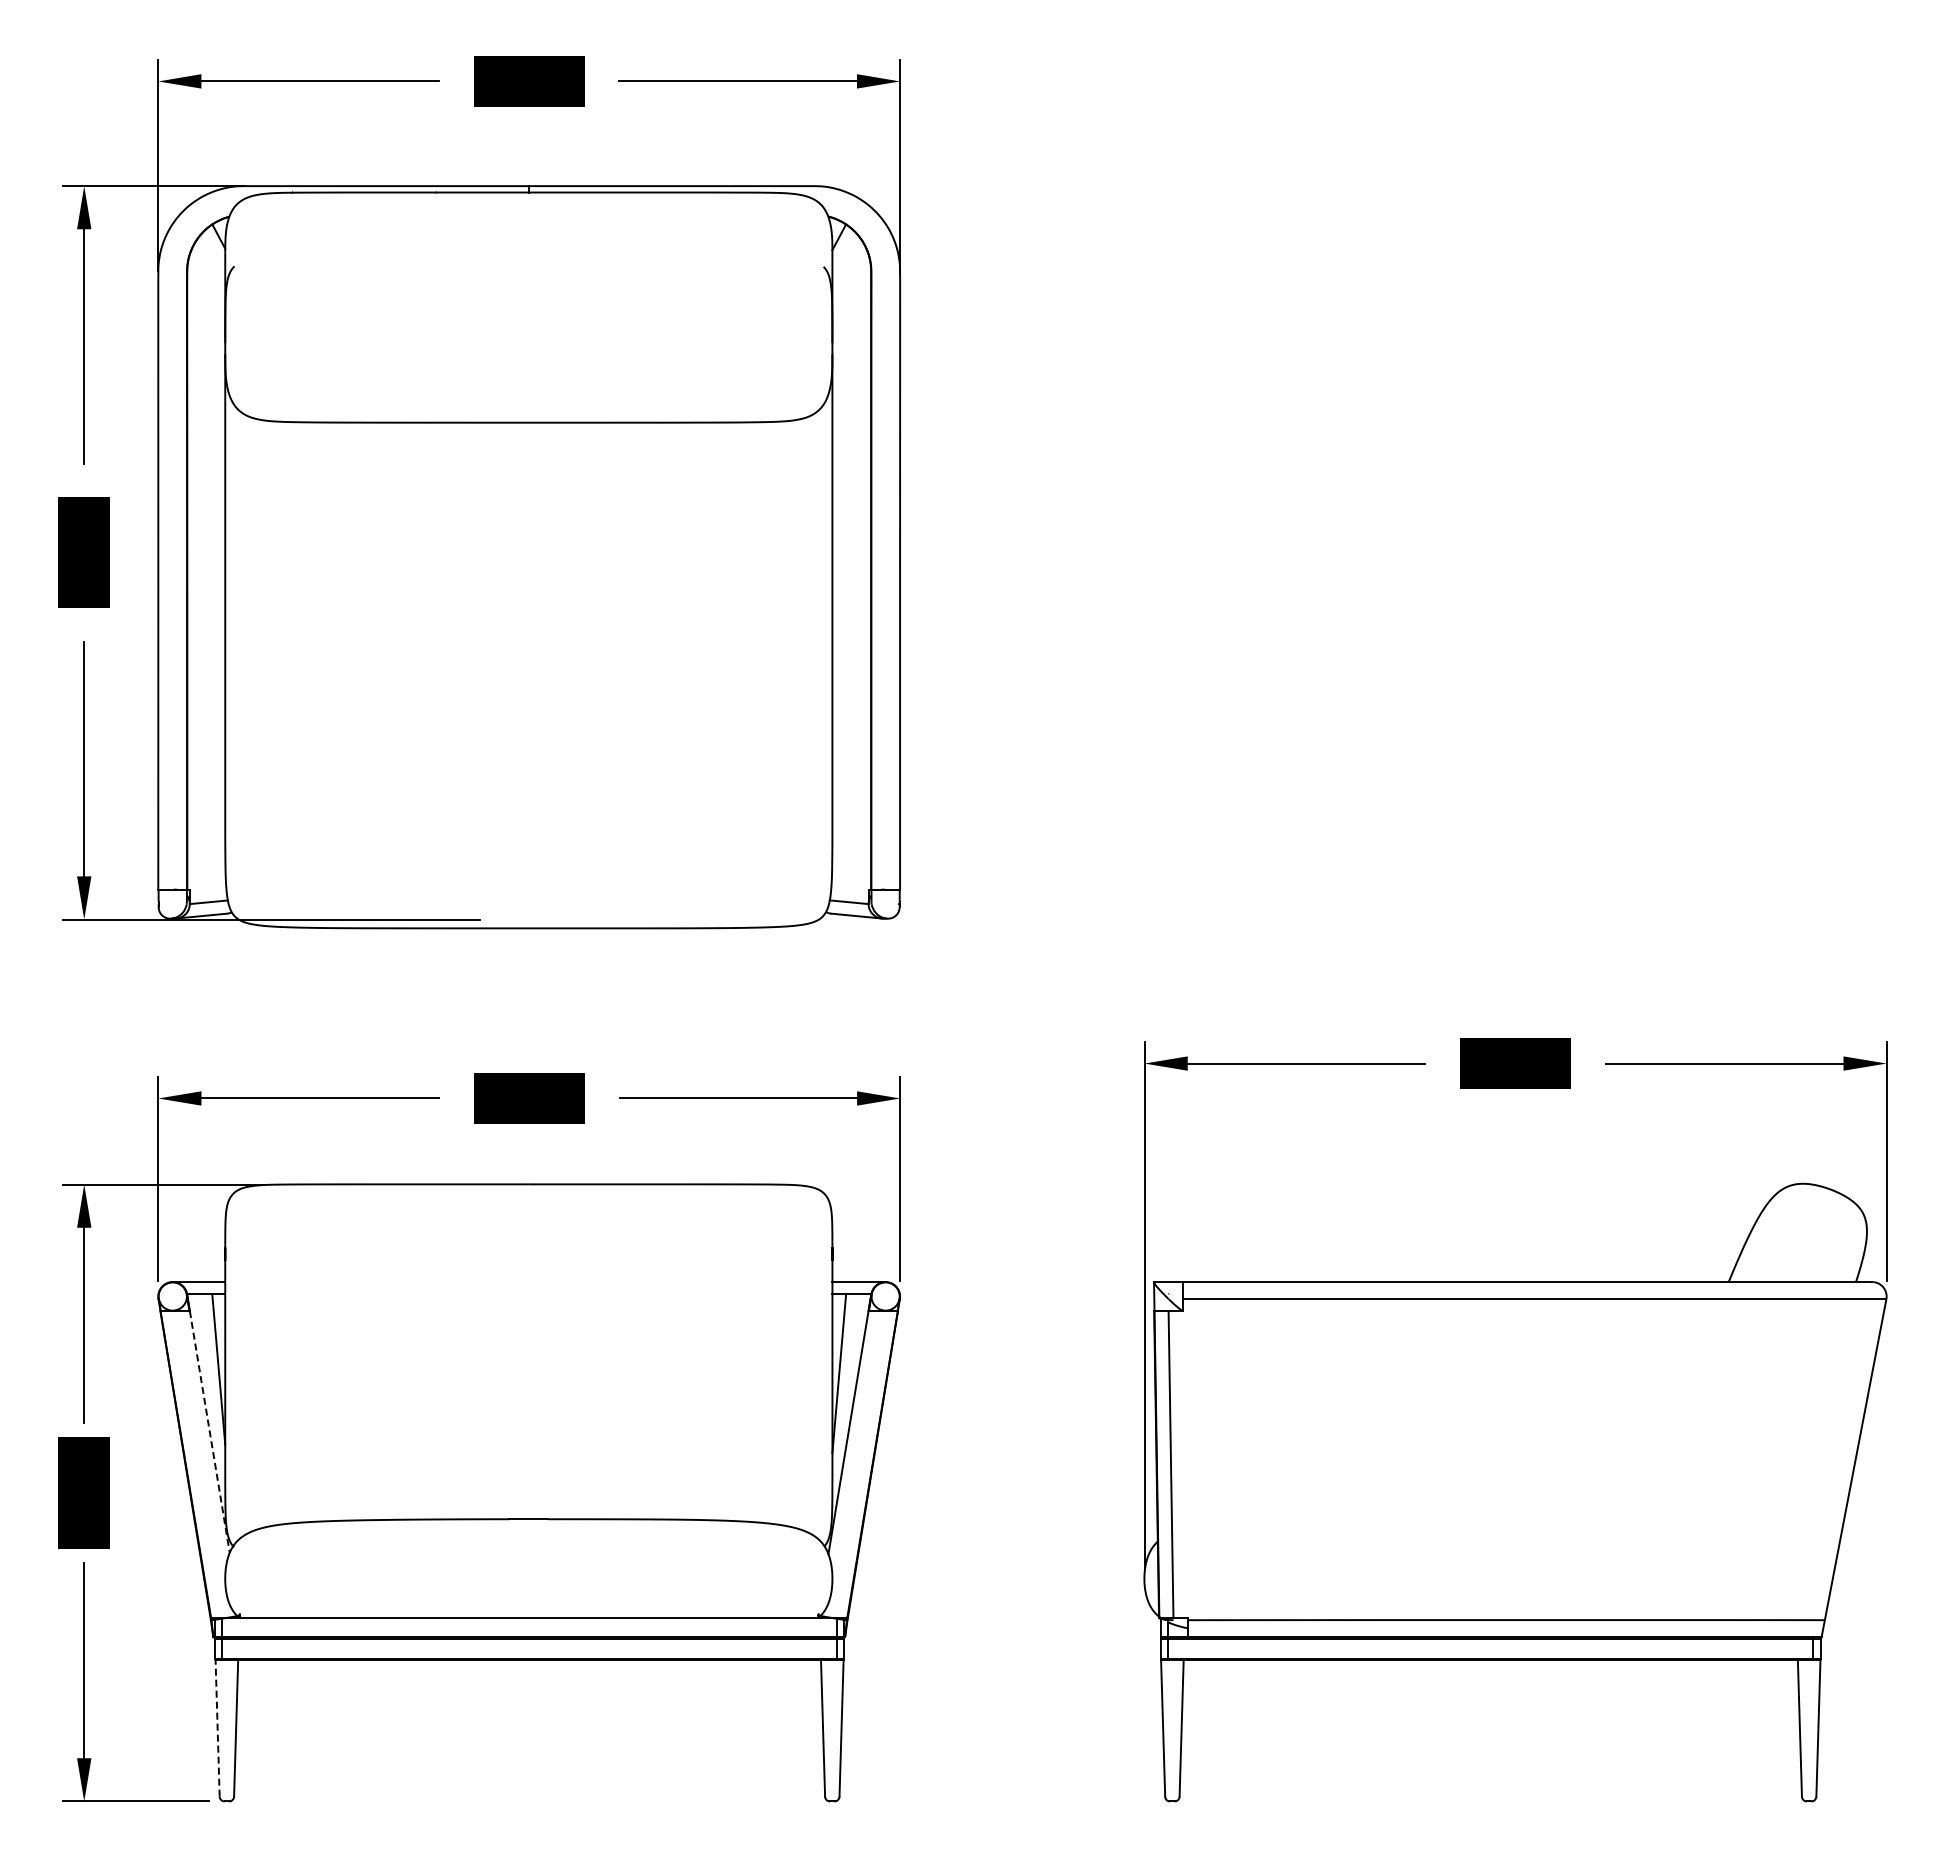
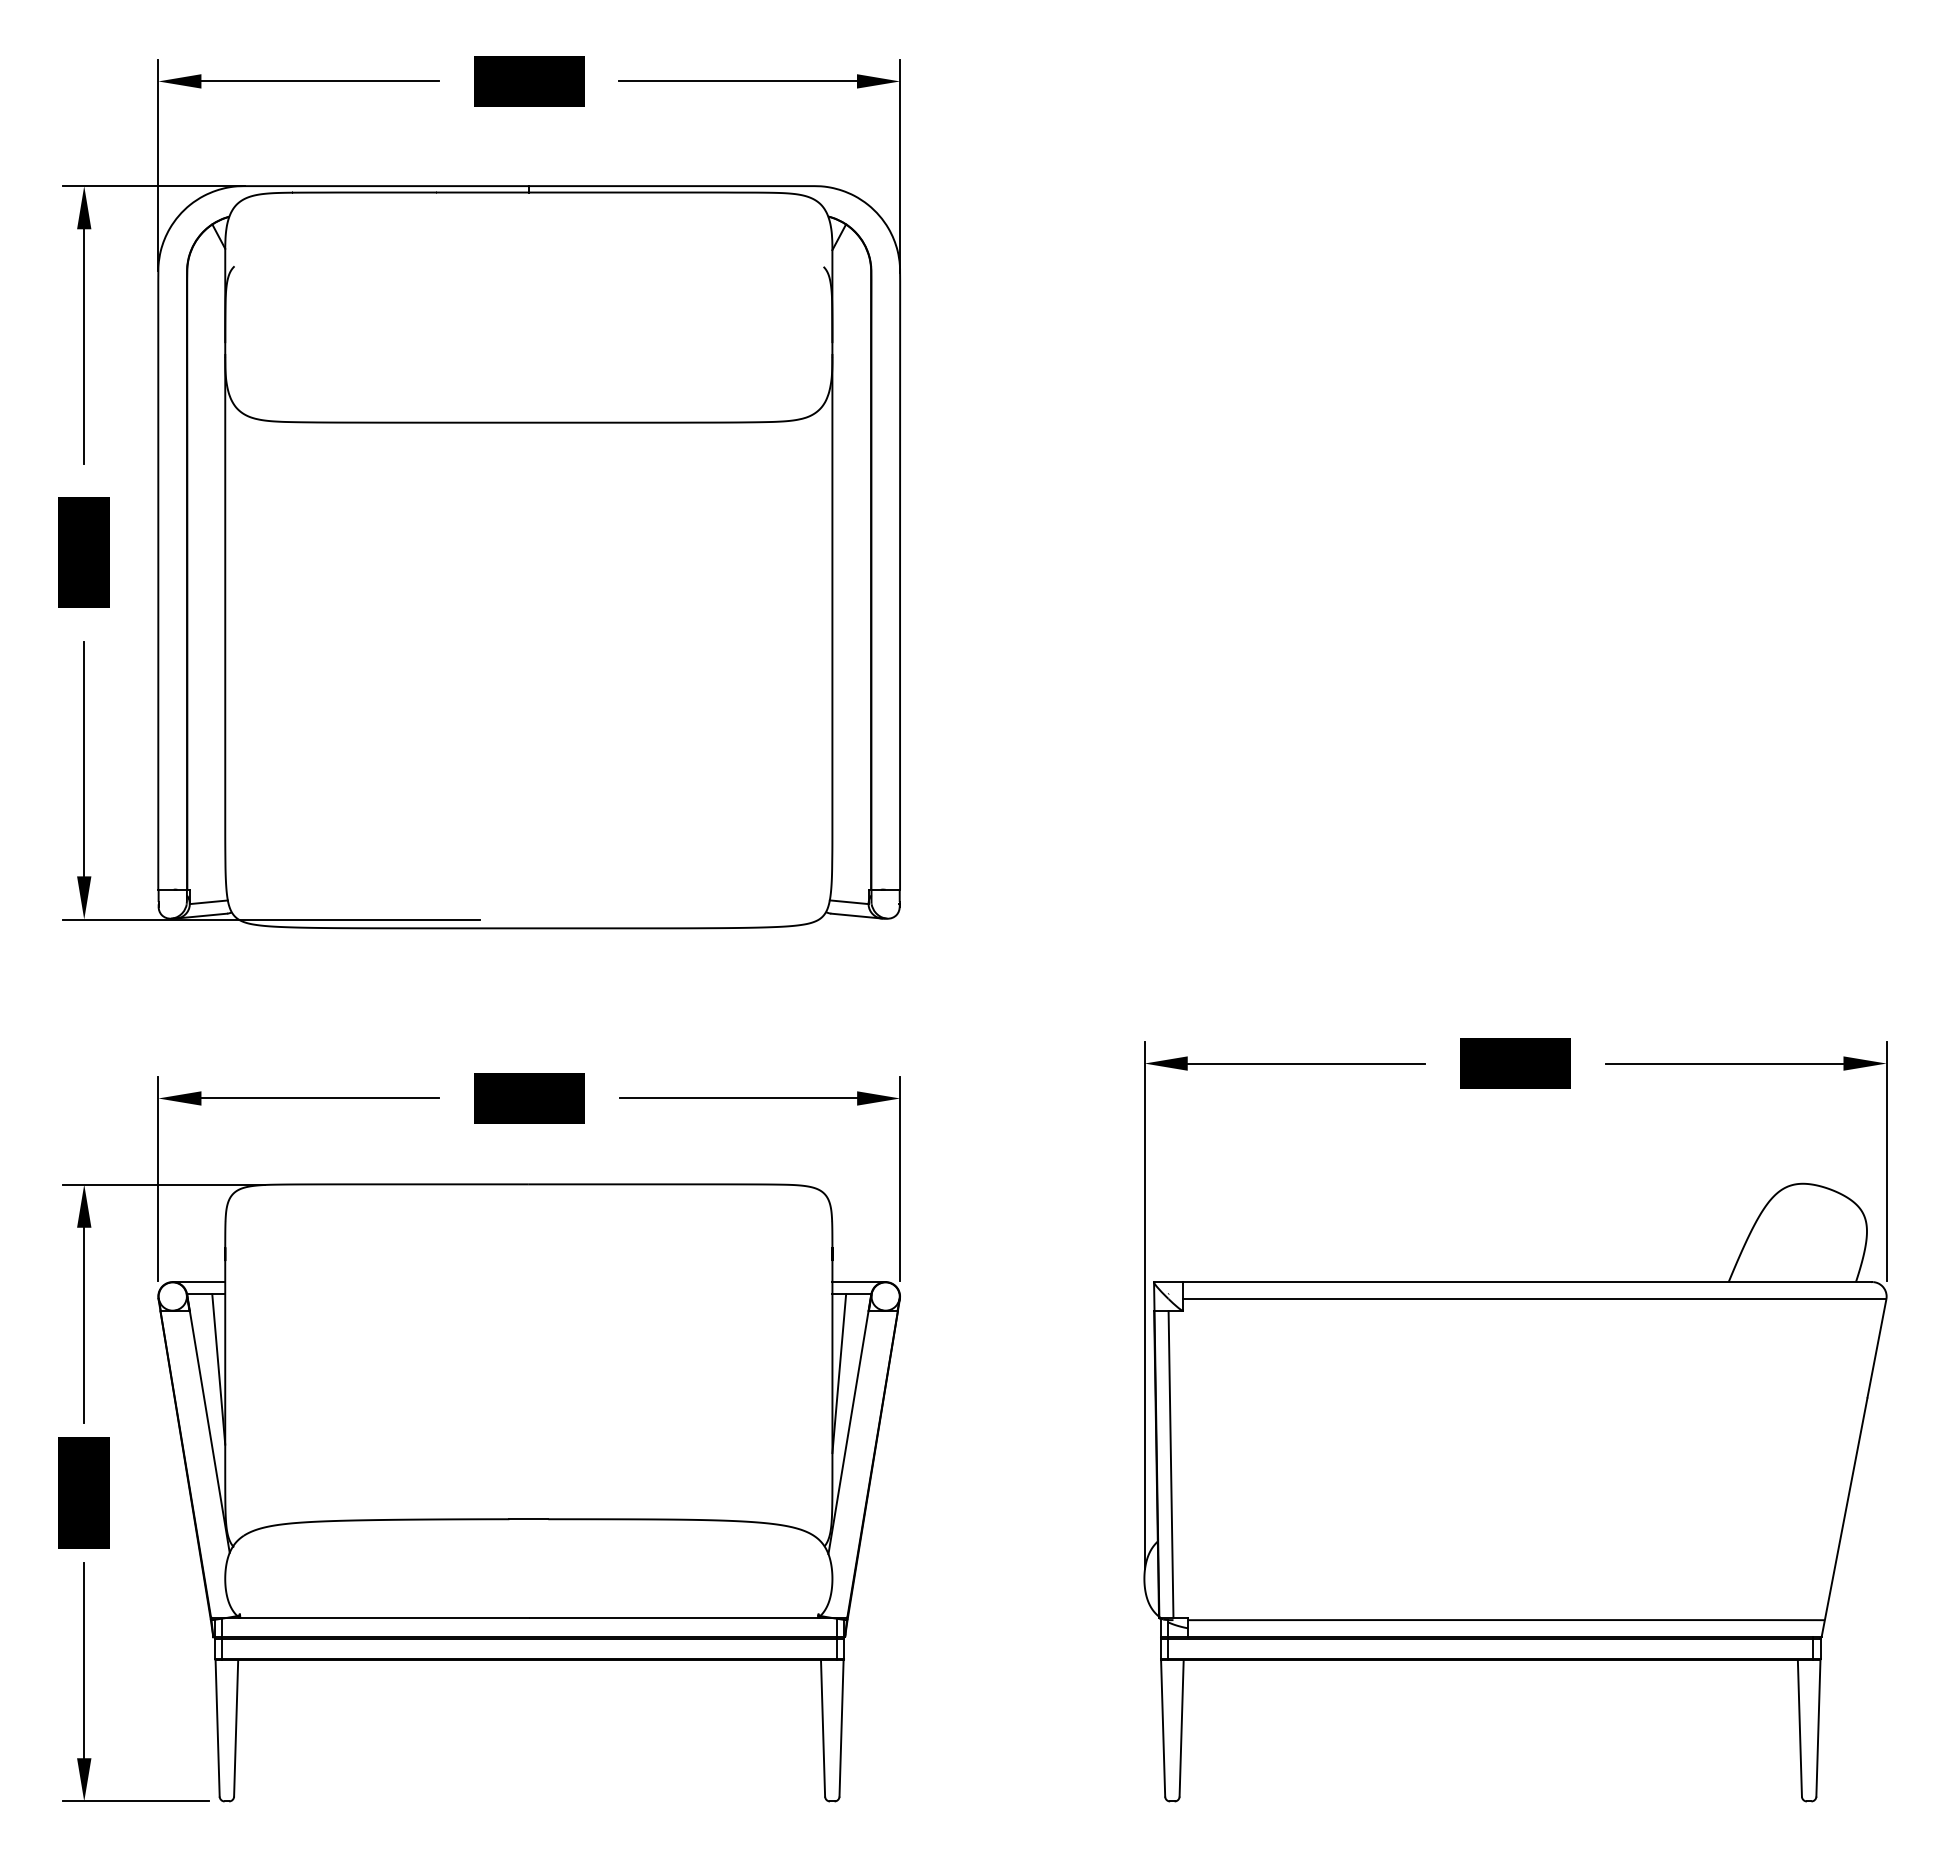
line at (209, 1431): dashed -> solid
line at (217, 1727): dashed -> solid
